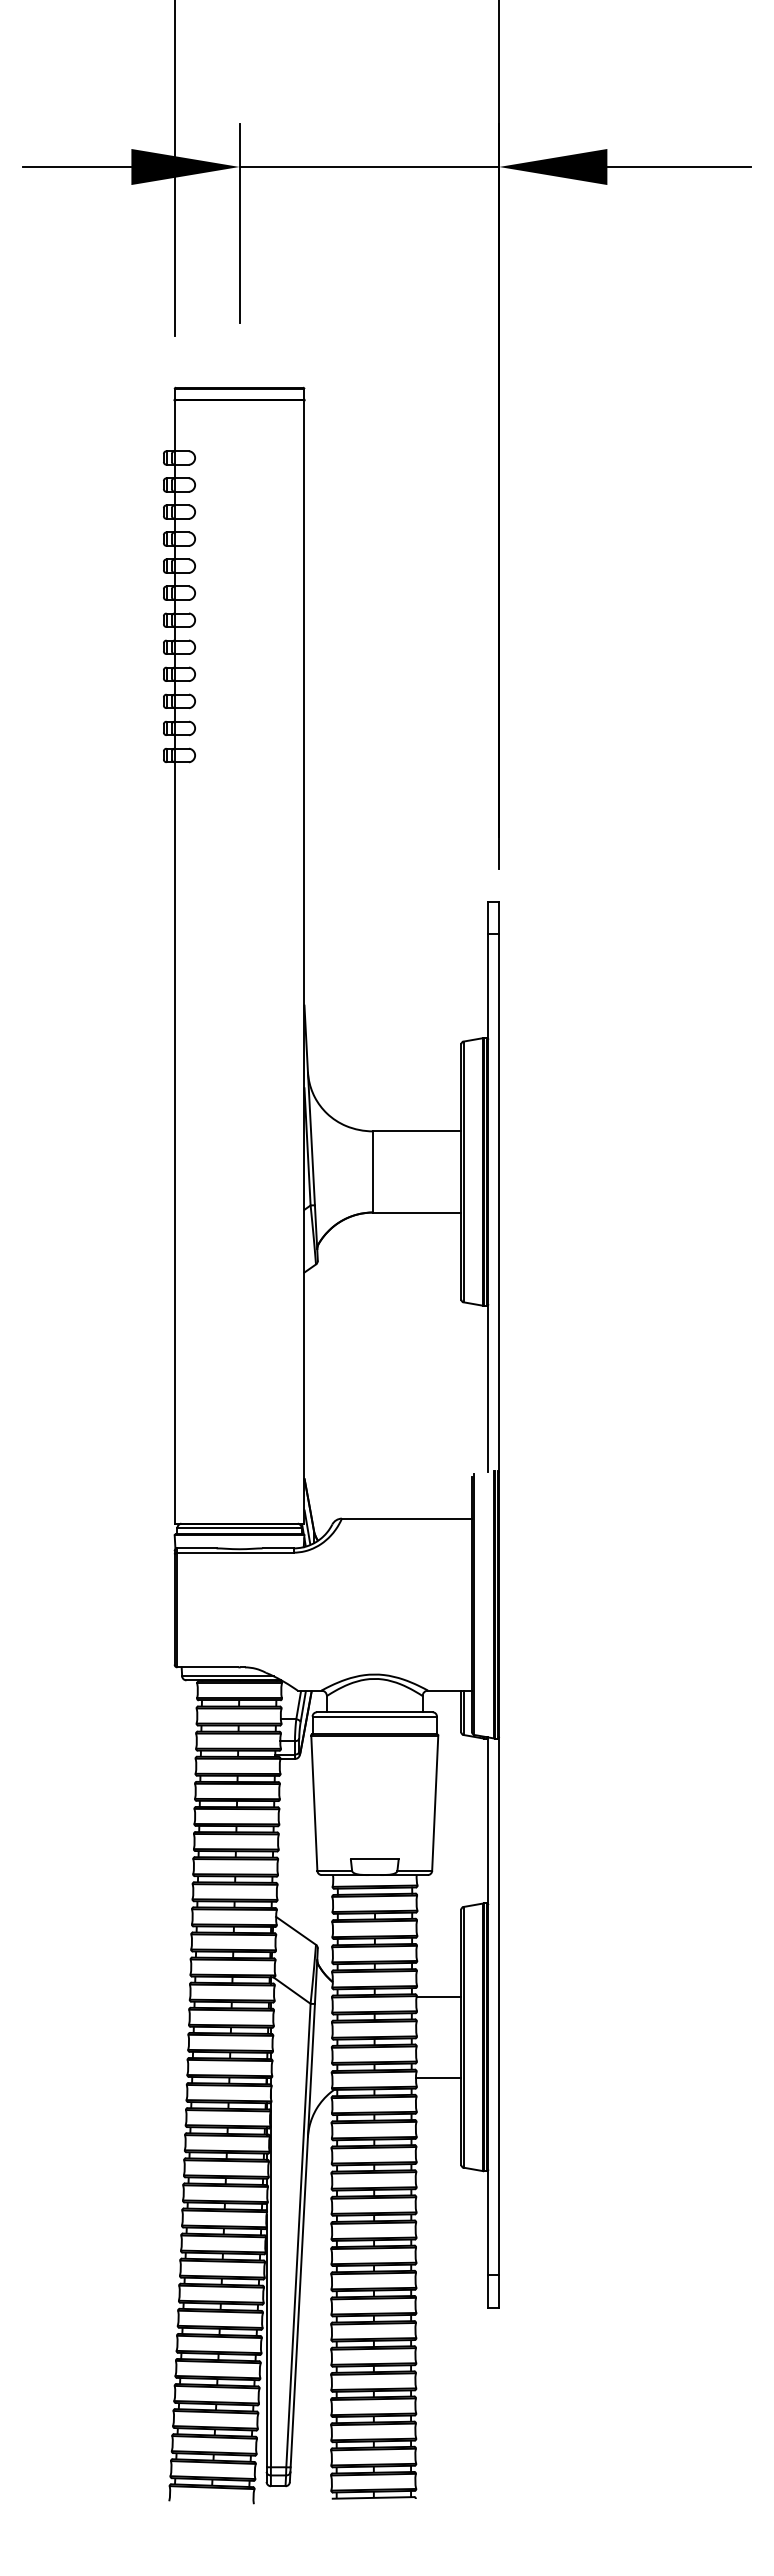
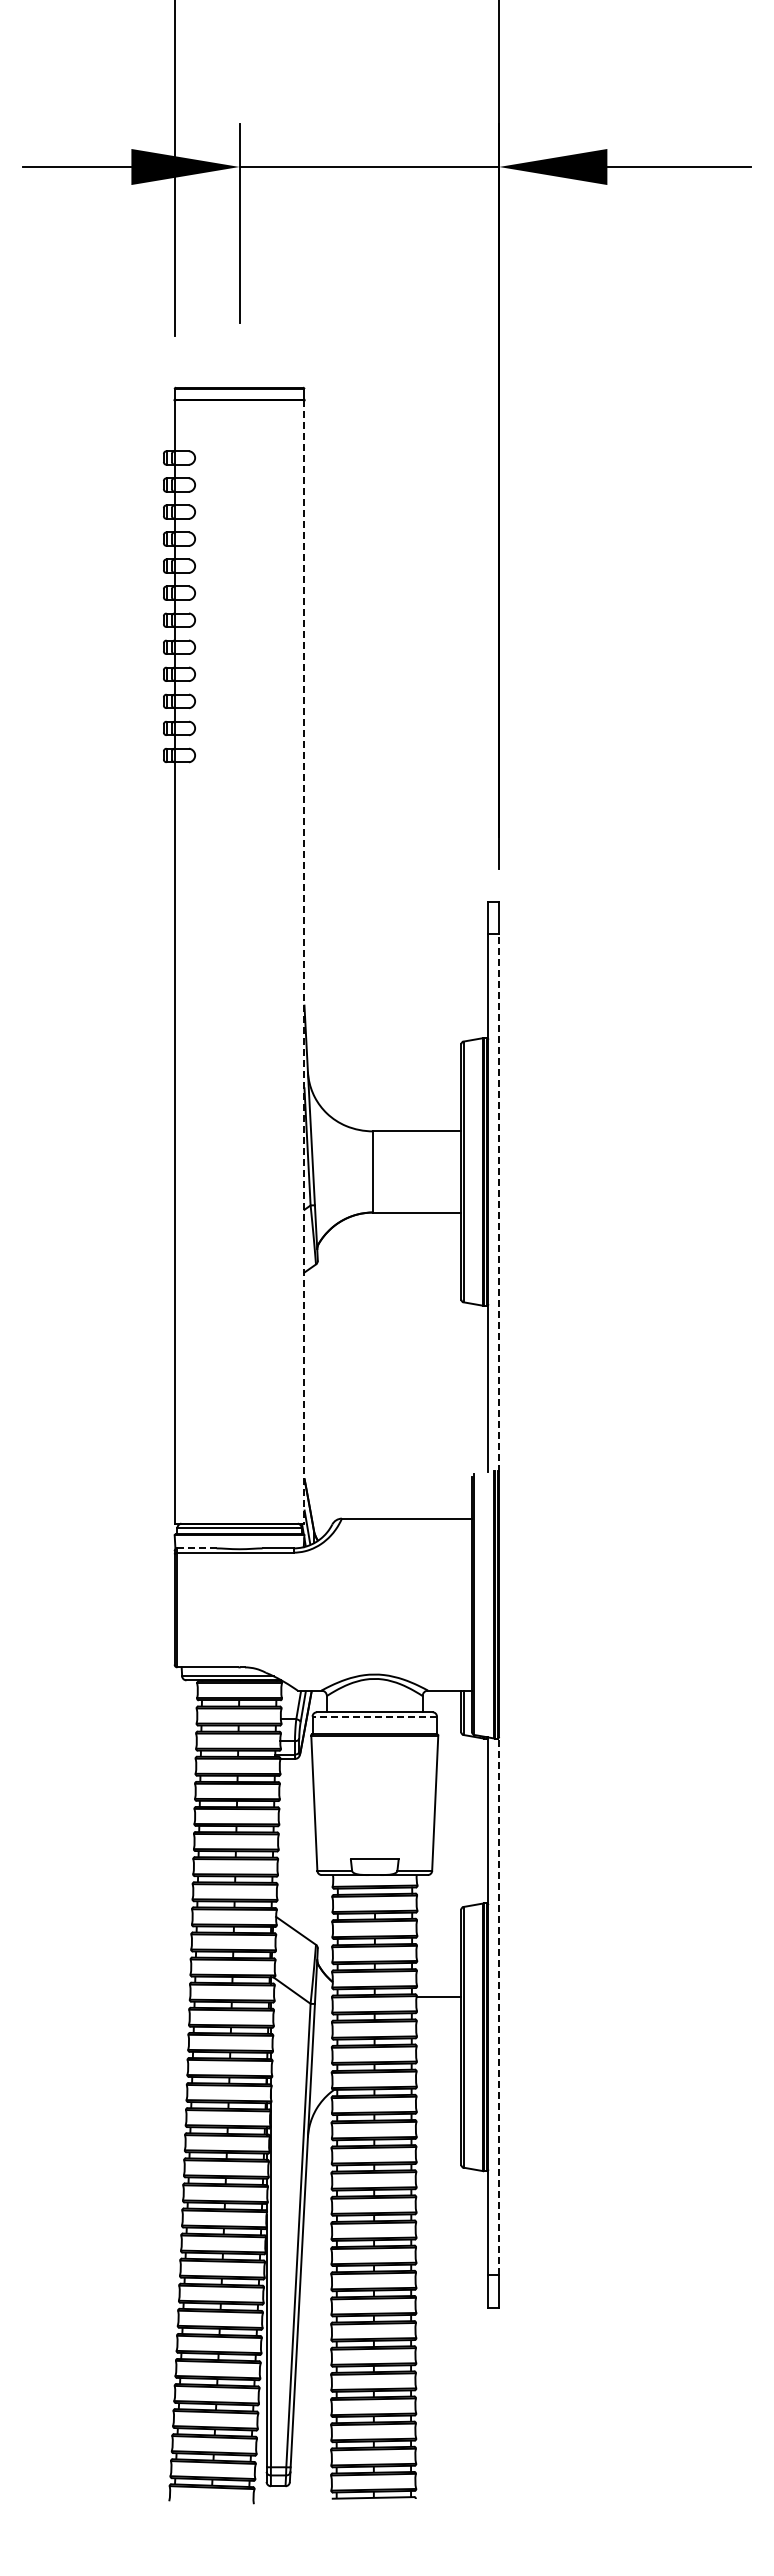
line at (304, 961): solid -> dashed
line at (499, 1202): solid -> dashed
line at (196, 1548): solid -> dashed
line at (374, 1716): solid -> dashed
line at (499, 2005): solid -> dashed
line at (438, 2077): present -> none
